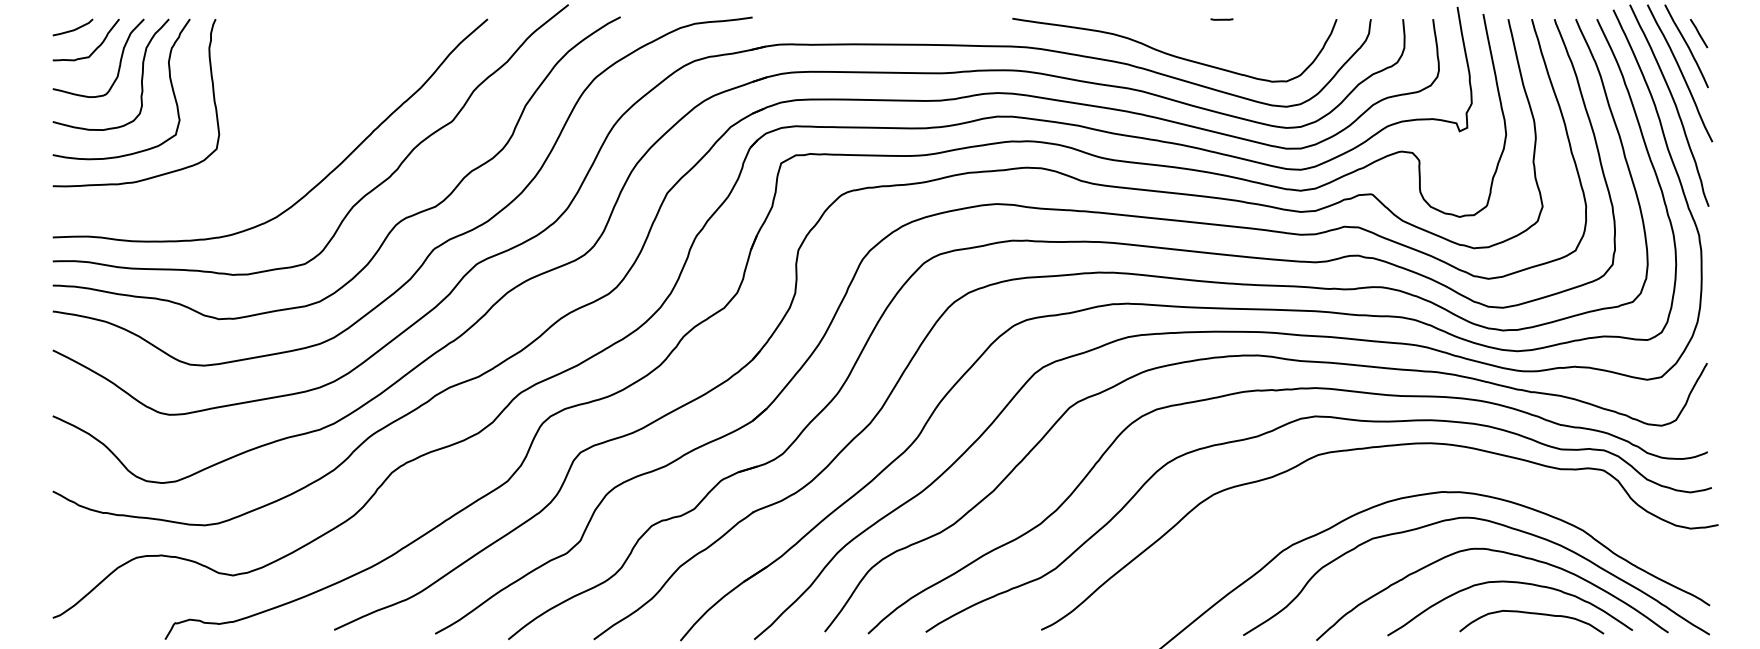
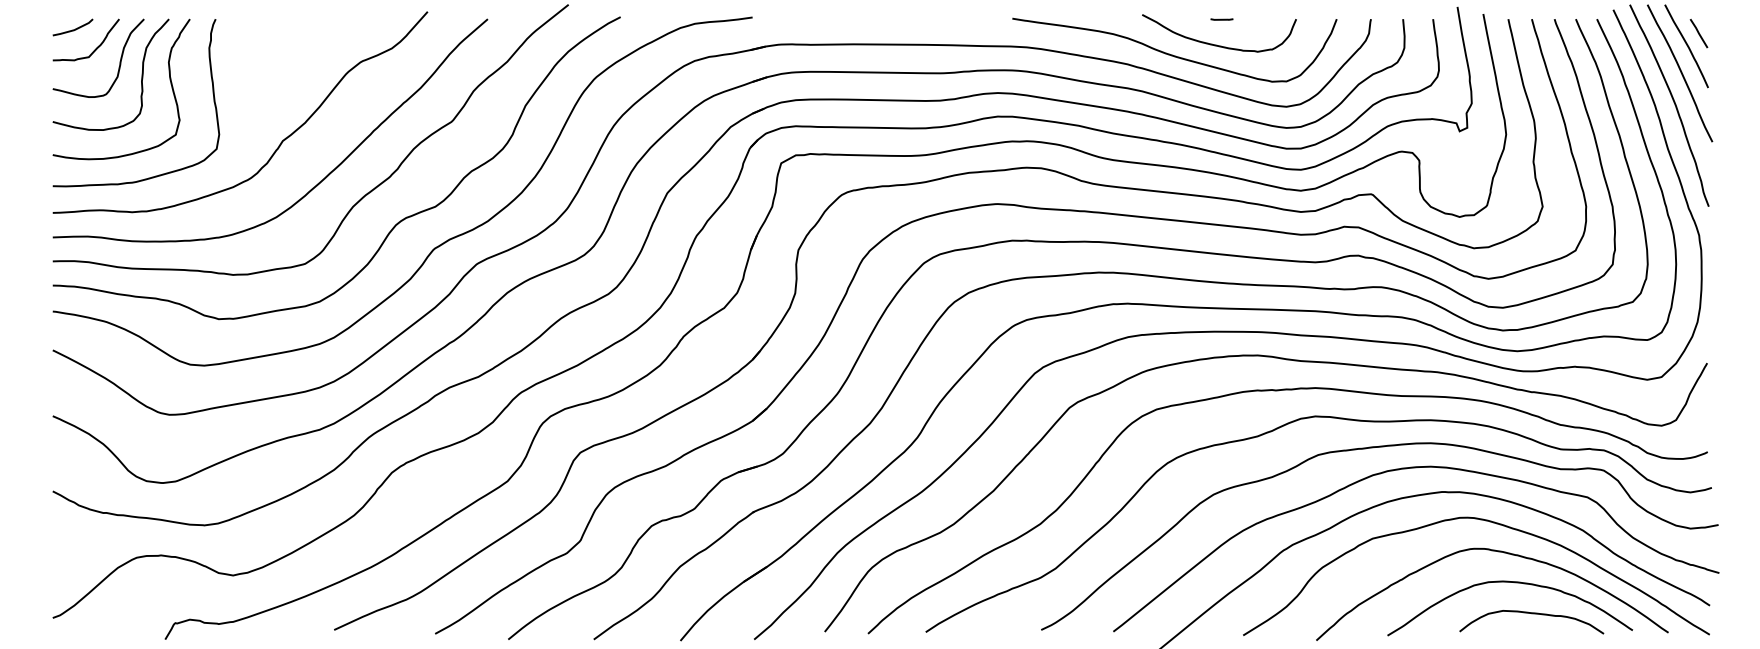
curve at (1216, 44): none -> present
curve at (280, 142): none -> present
curve at (1406, 469): none -> present
